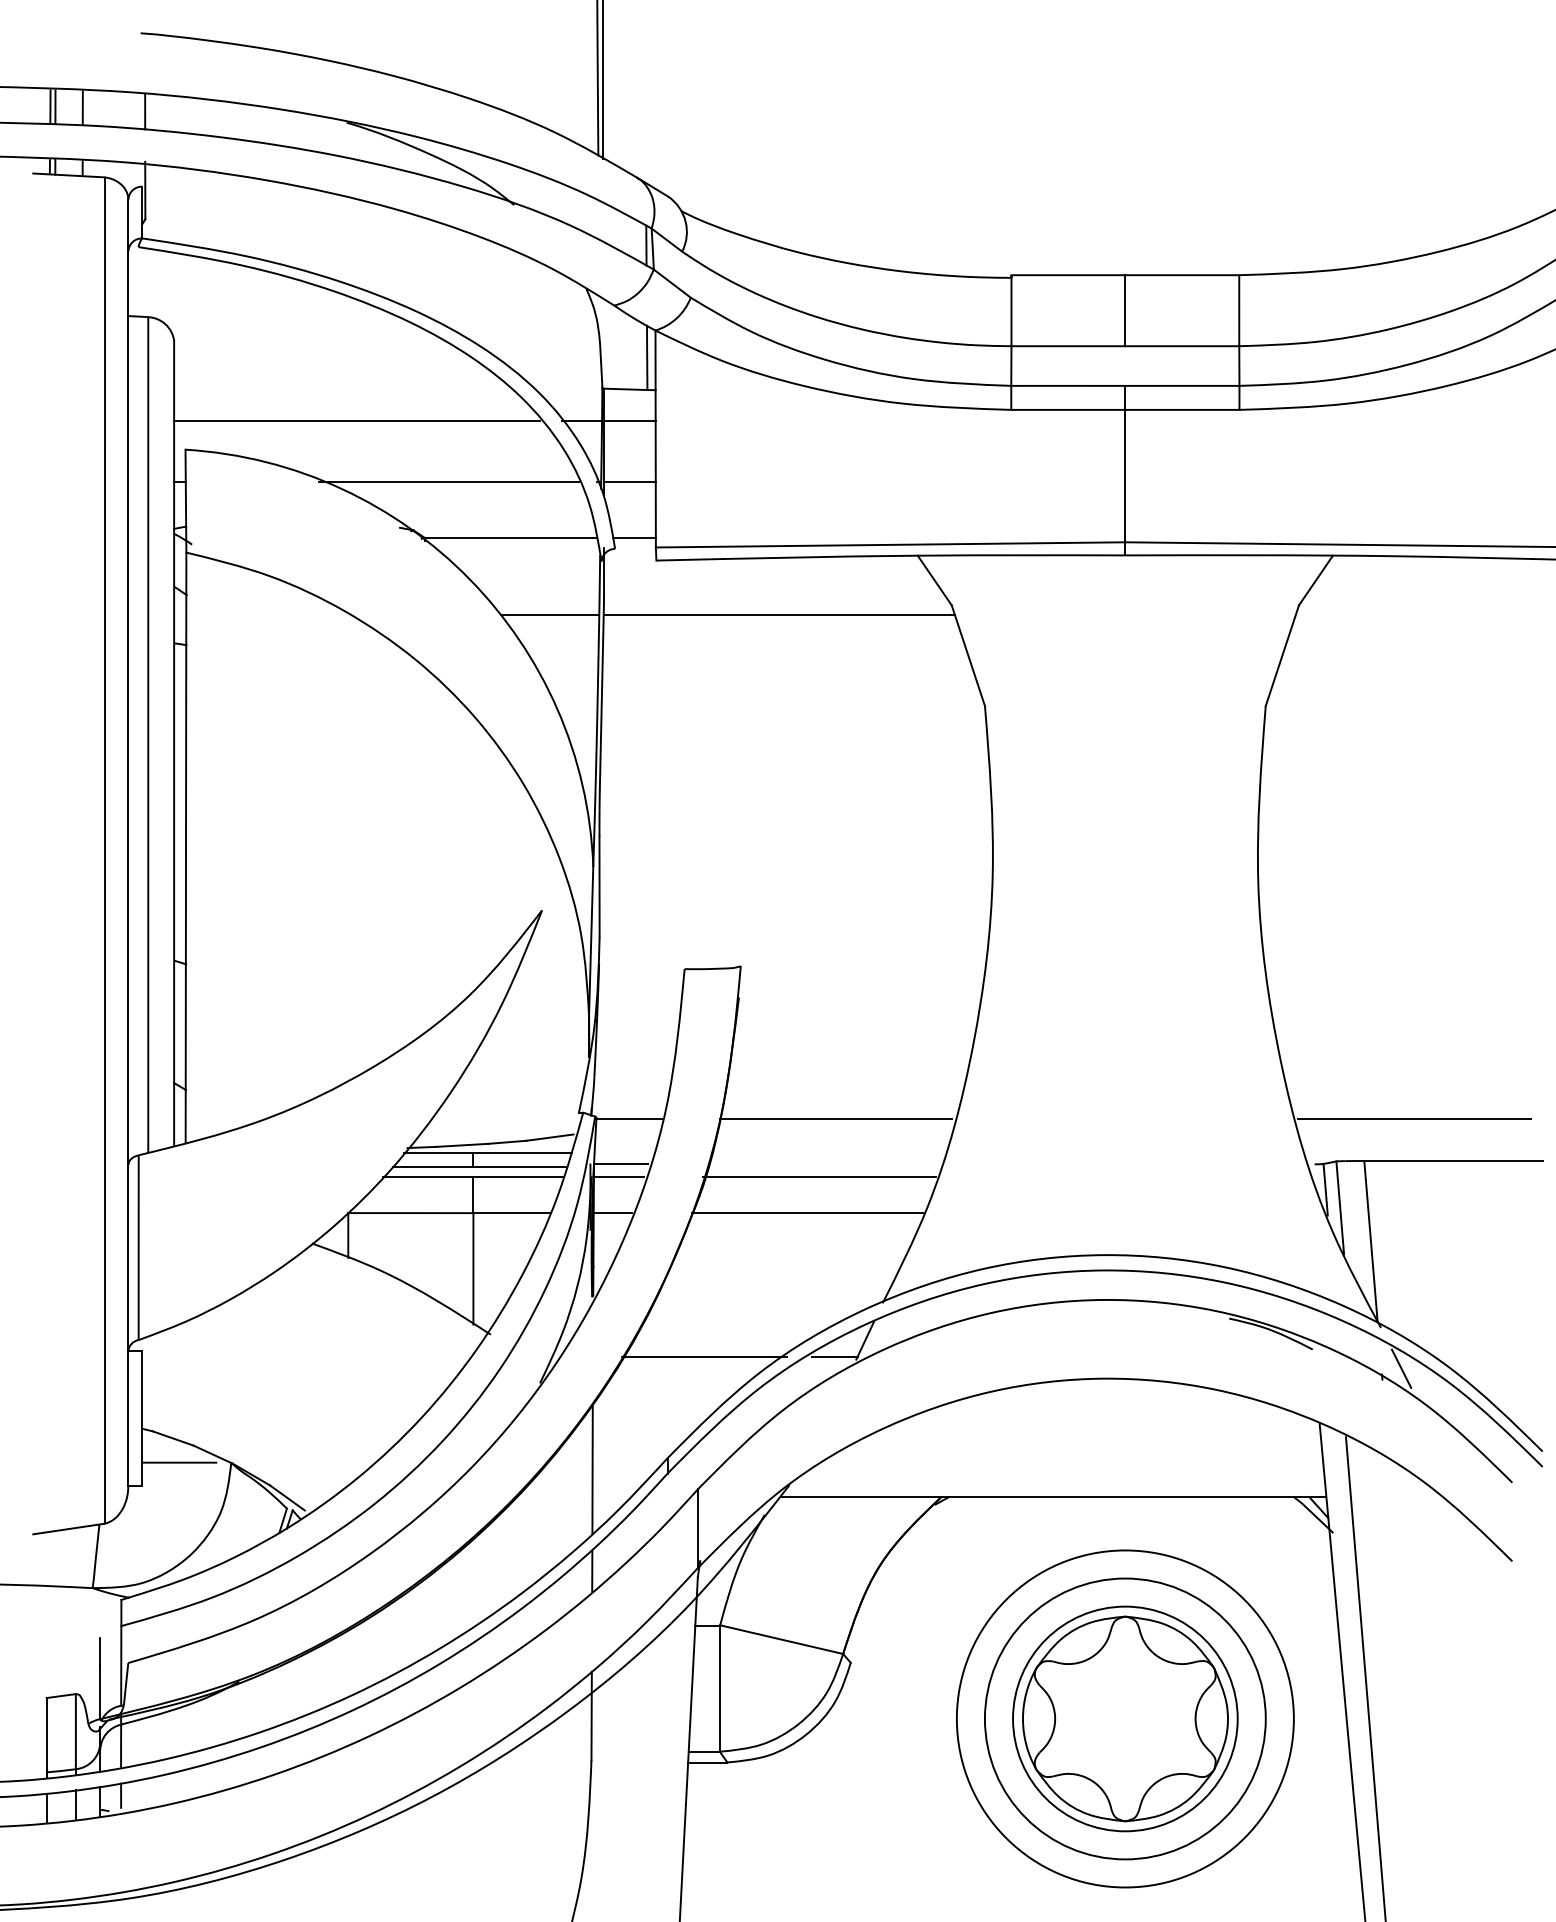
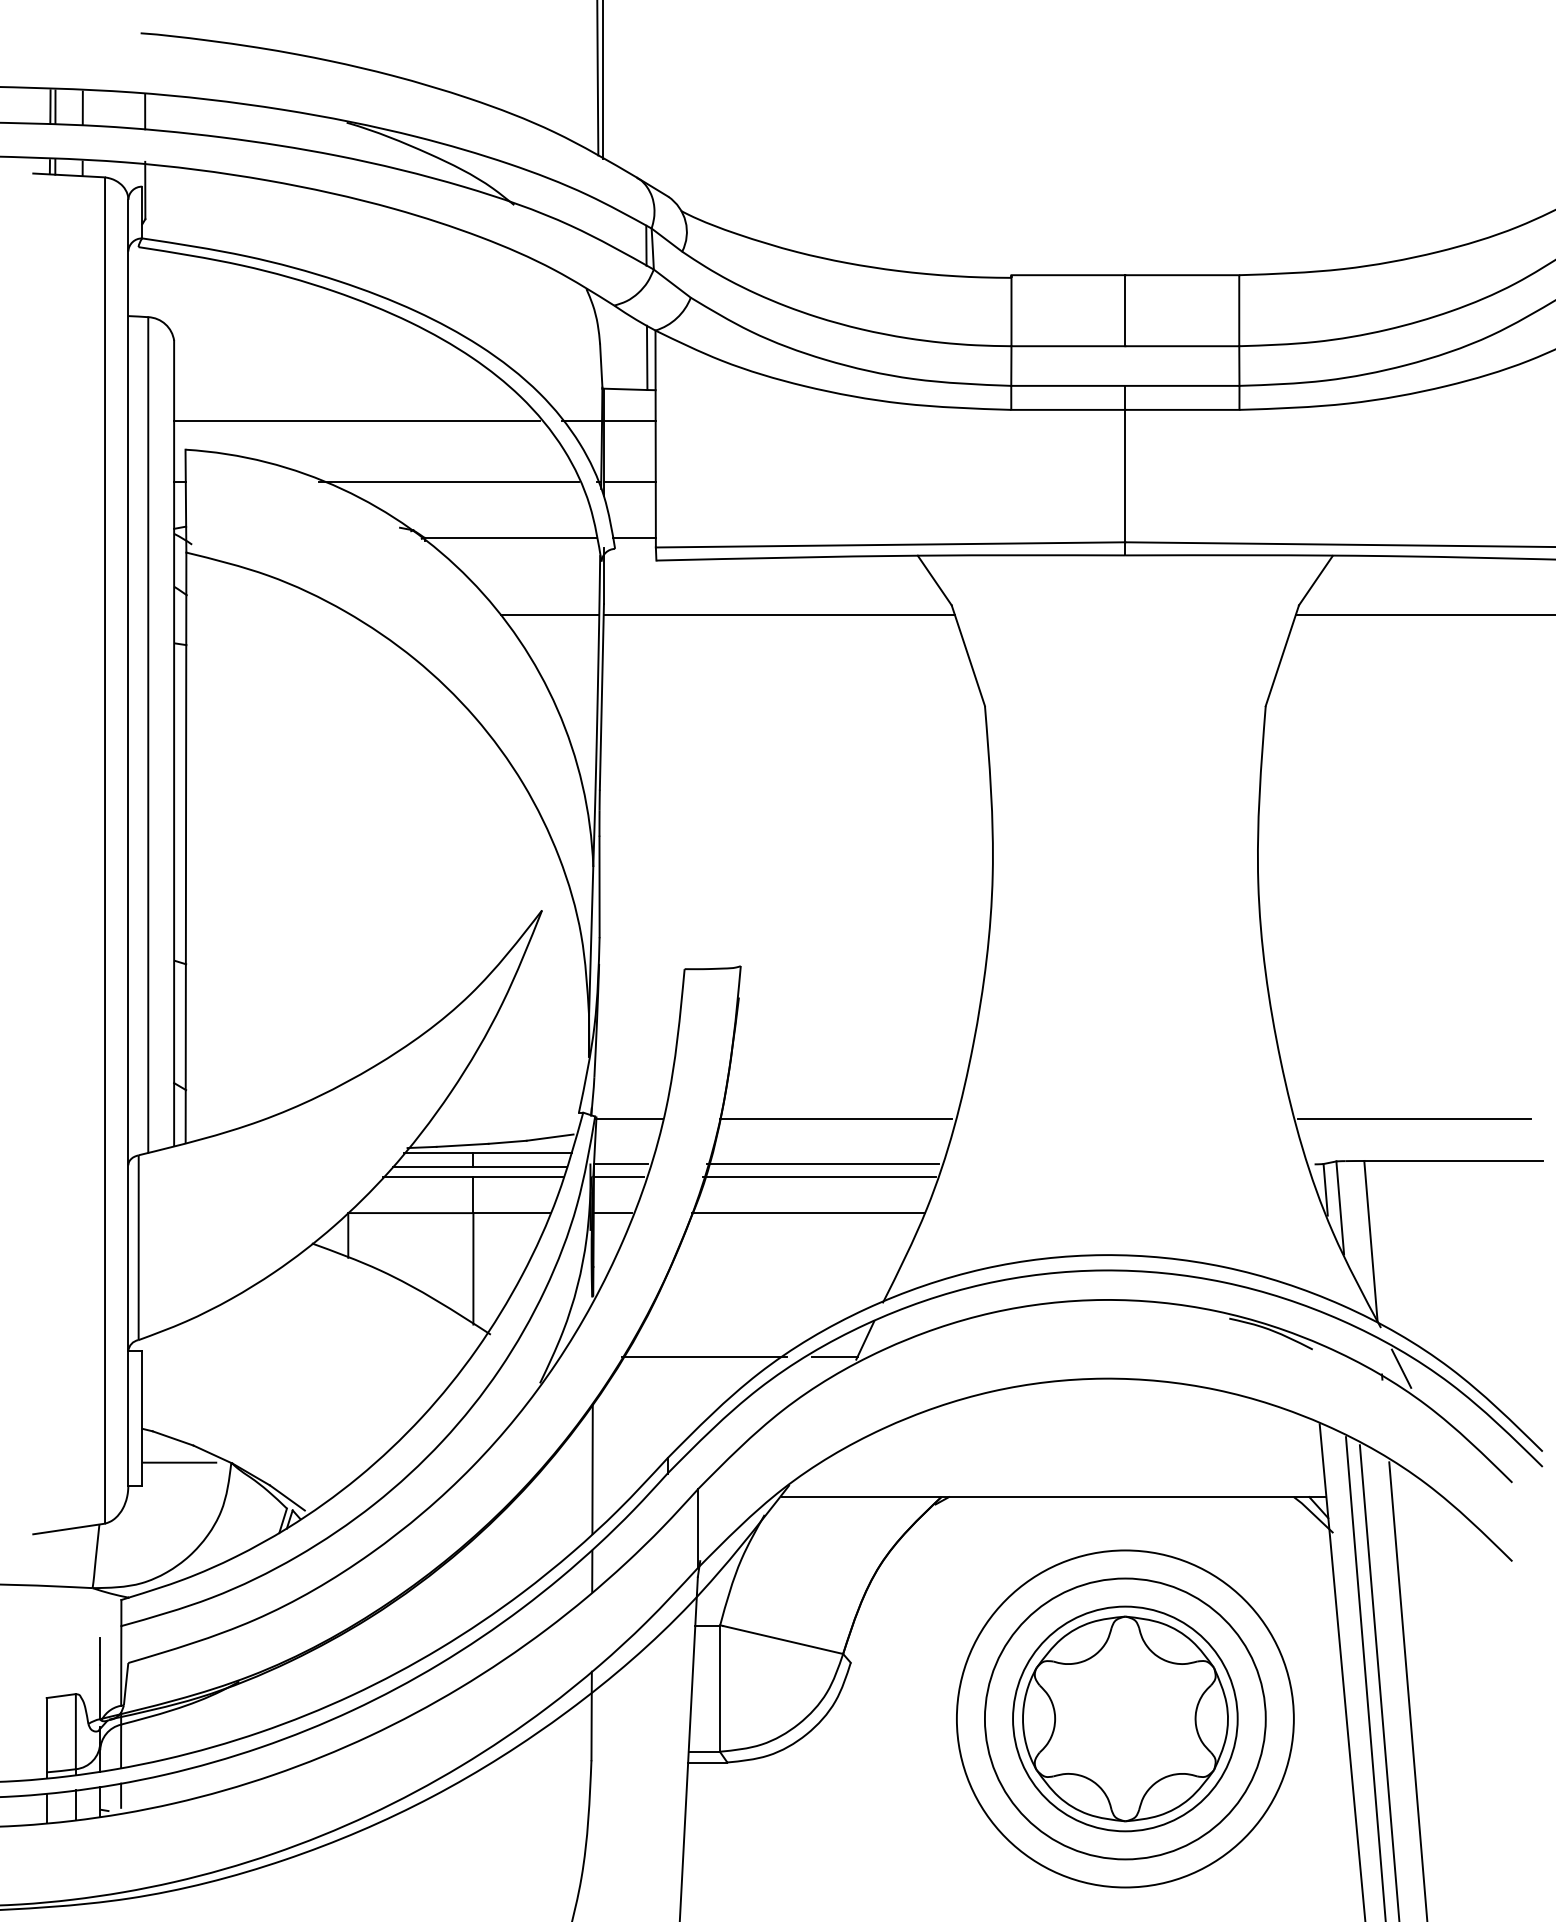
line at (1423, 614): none -> present
line at (822, 1164): none -> present
line at (1379, 1681): none -> present
line at (1408, 1690): none -> present
